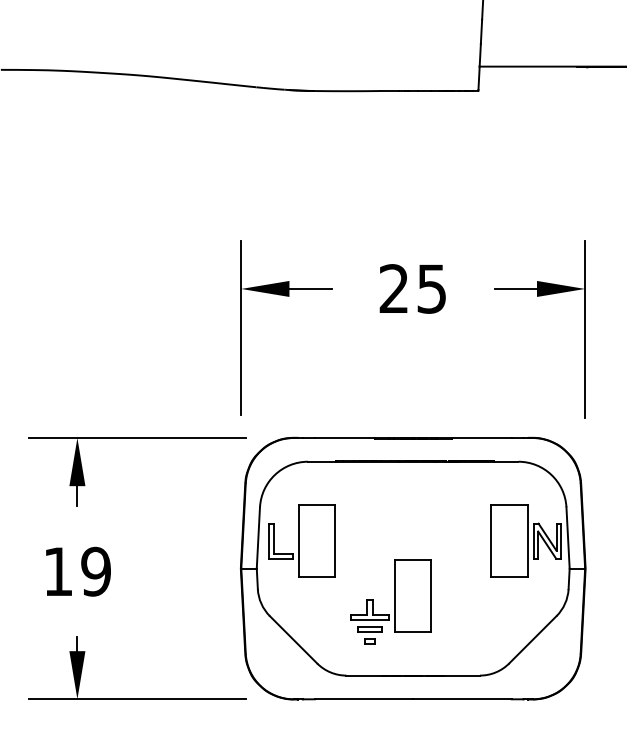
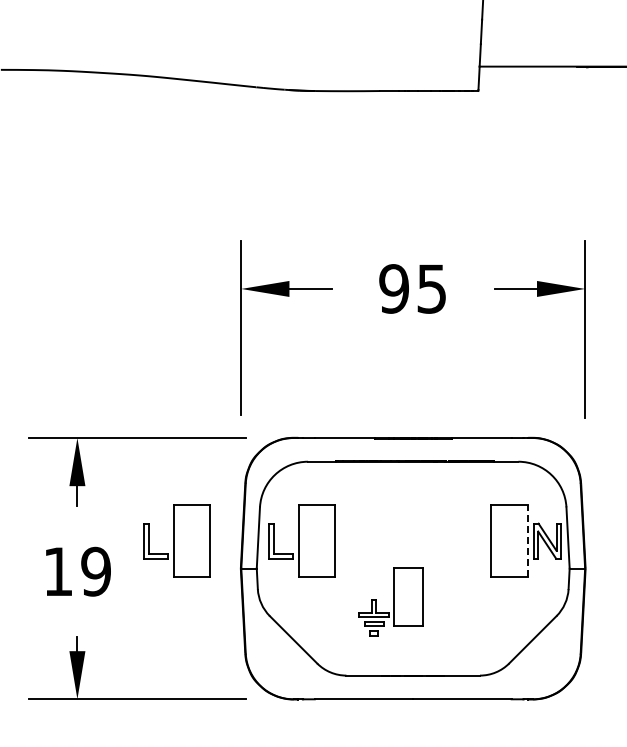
text at (393, 288): 25 -> 95
part at (176, 540): none -> present
line at (527, 540): solid -> dashed
part at (390, 601) size: 82x86 px -> 66x70 px
